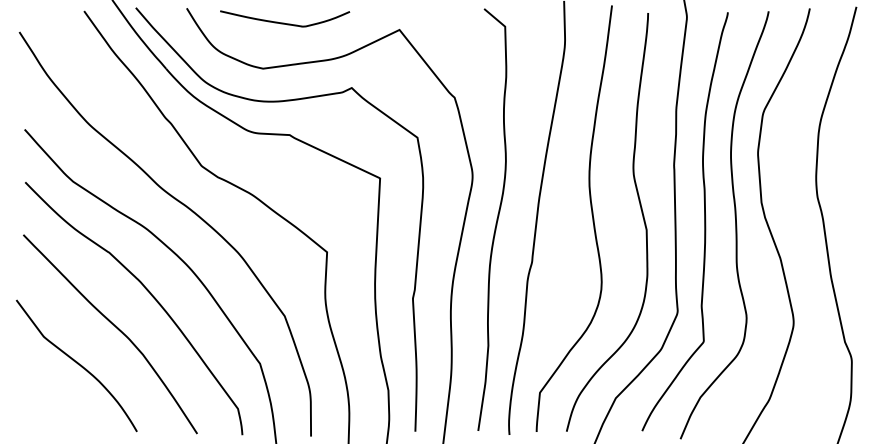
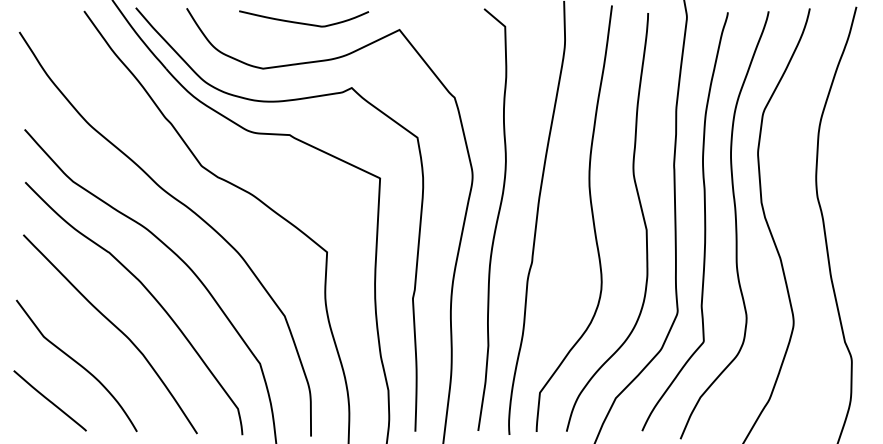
curve at (284, 22) position: (284, 22) -> (303, 22)
line at (49, 400): none -> present
